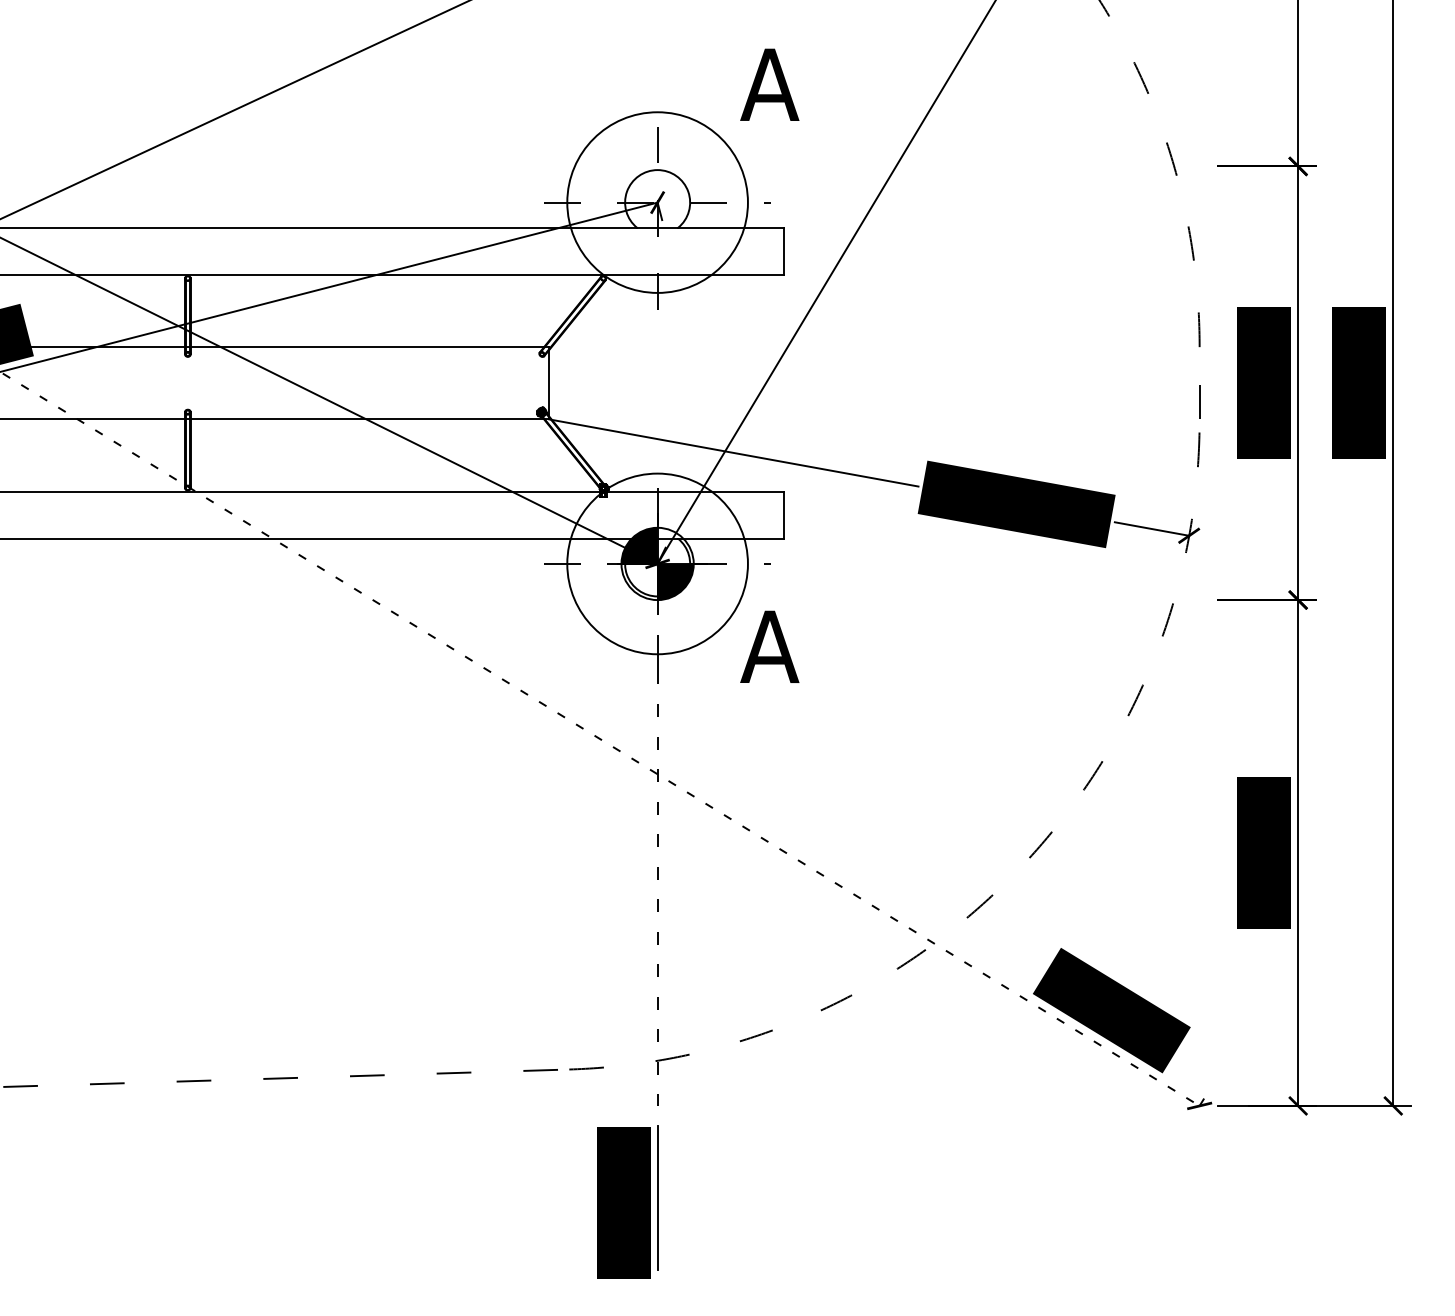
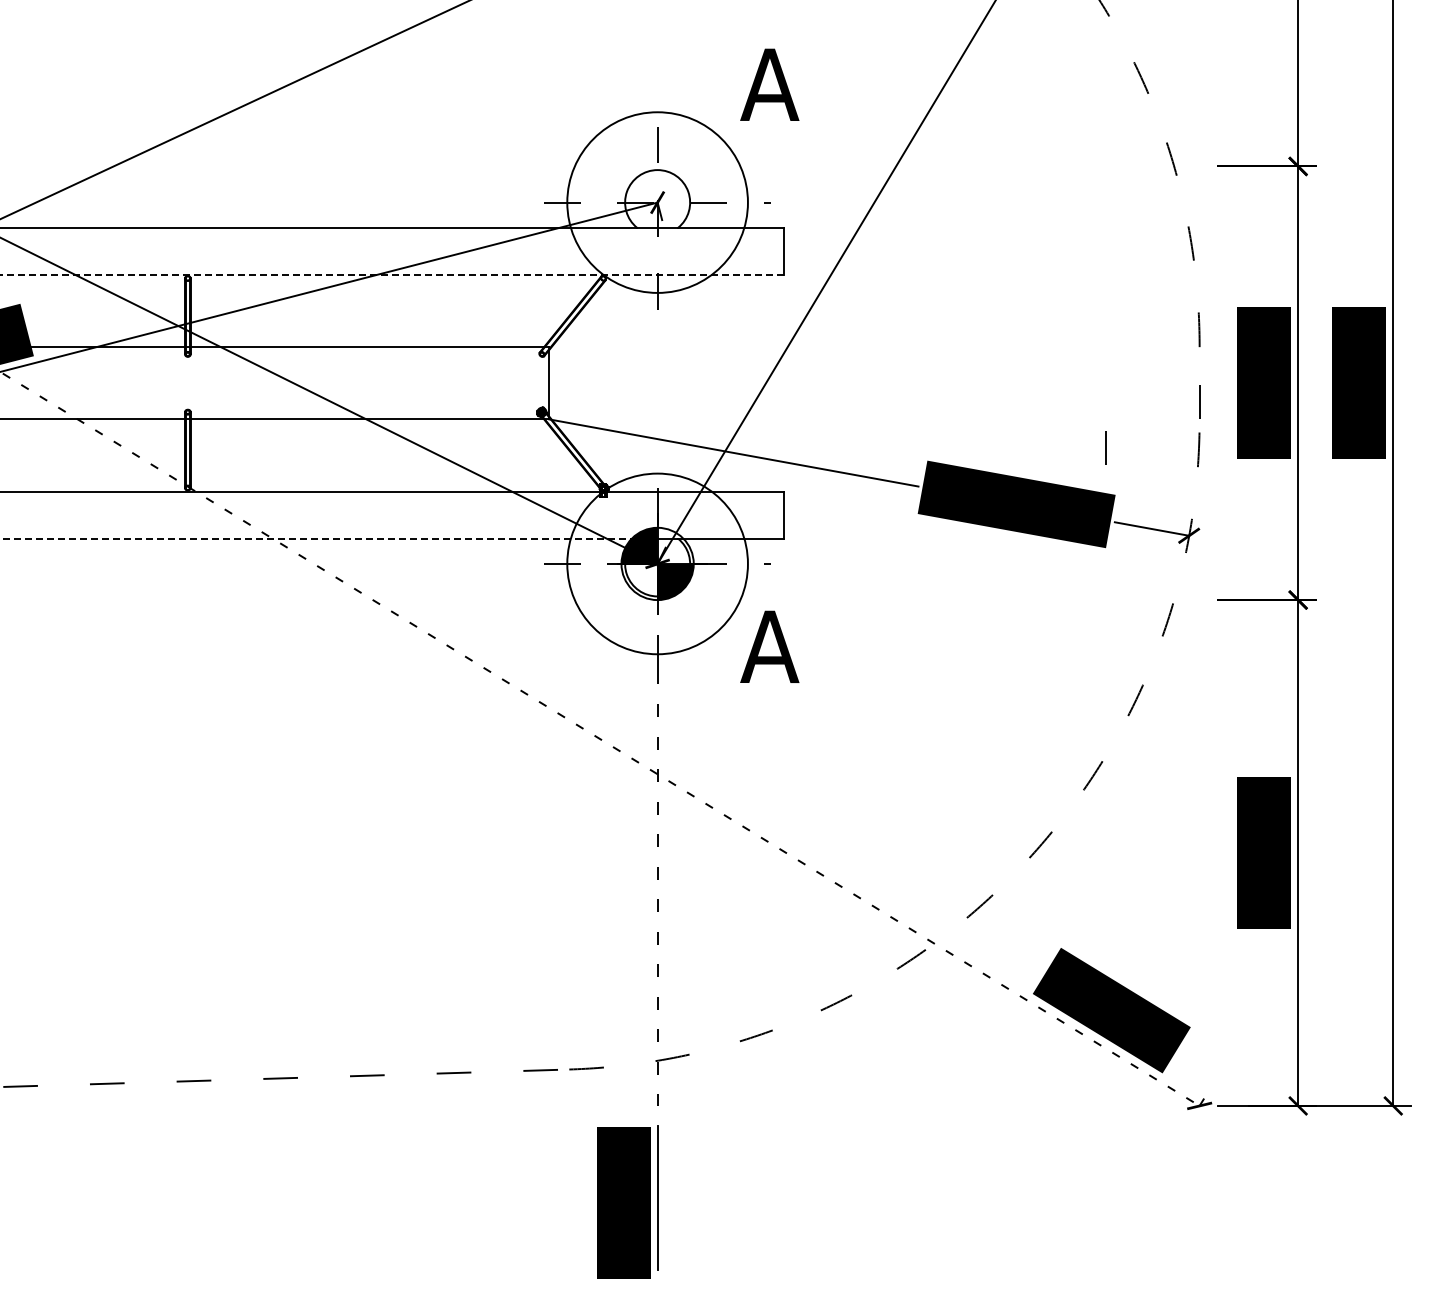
line at (392, 274): solid -> dashed
line at (1105, 447): none -> present
line at (318, 538): solid -> dashed
